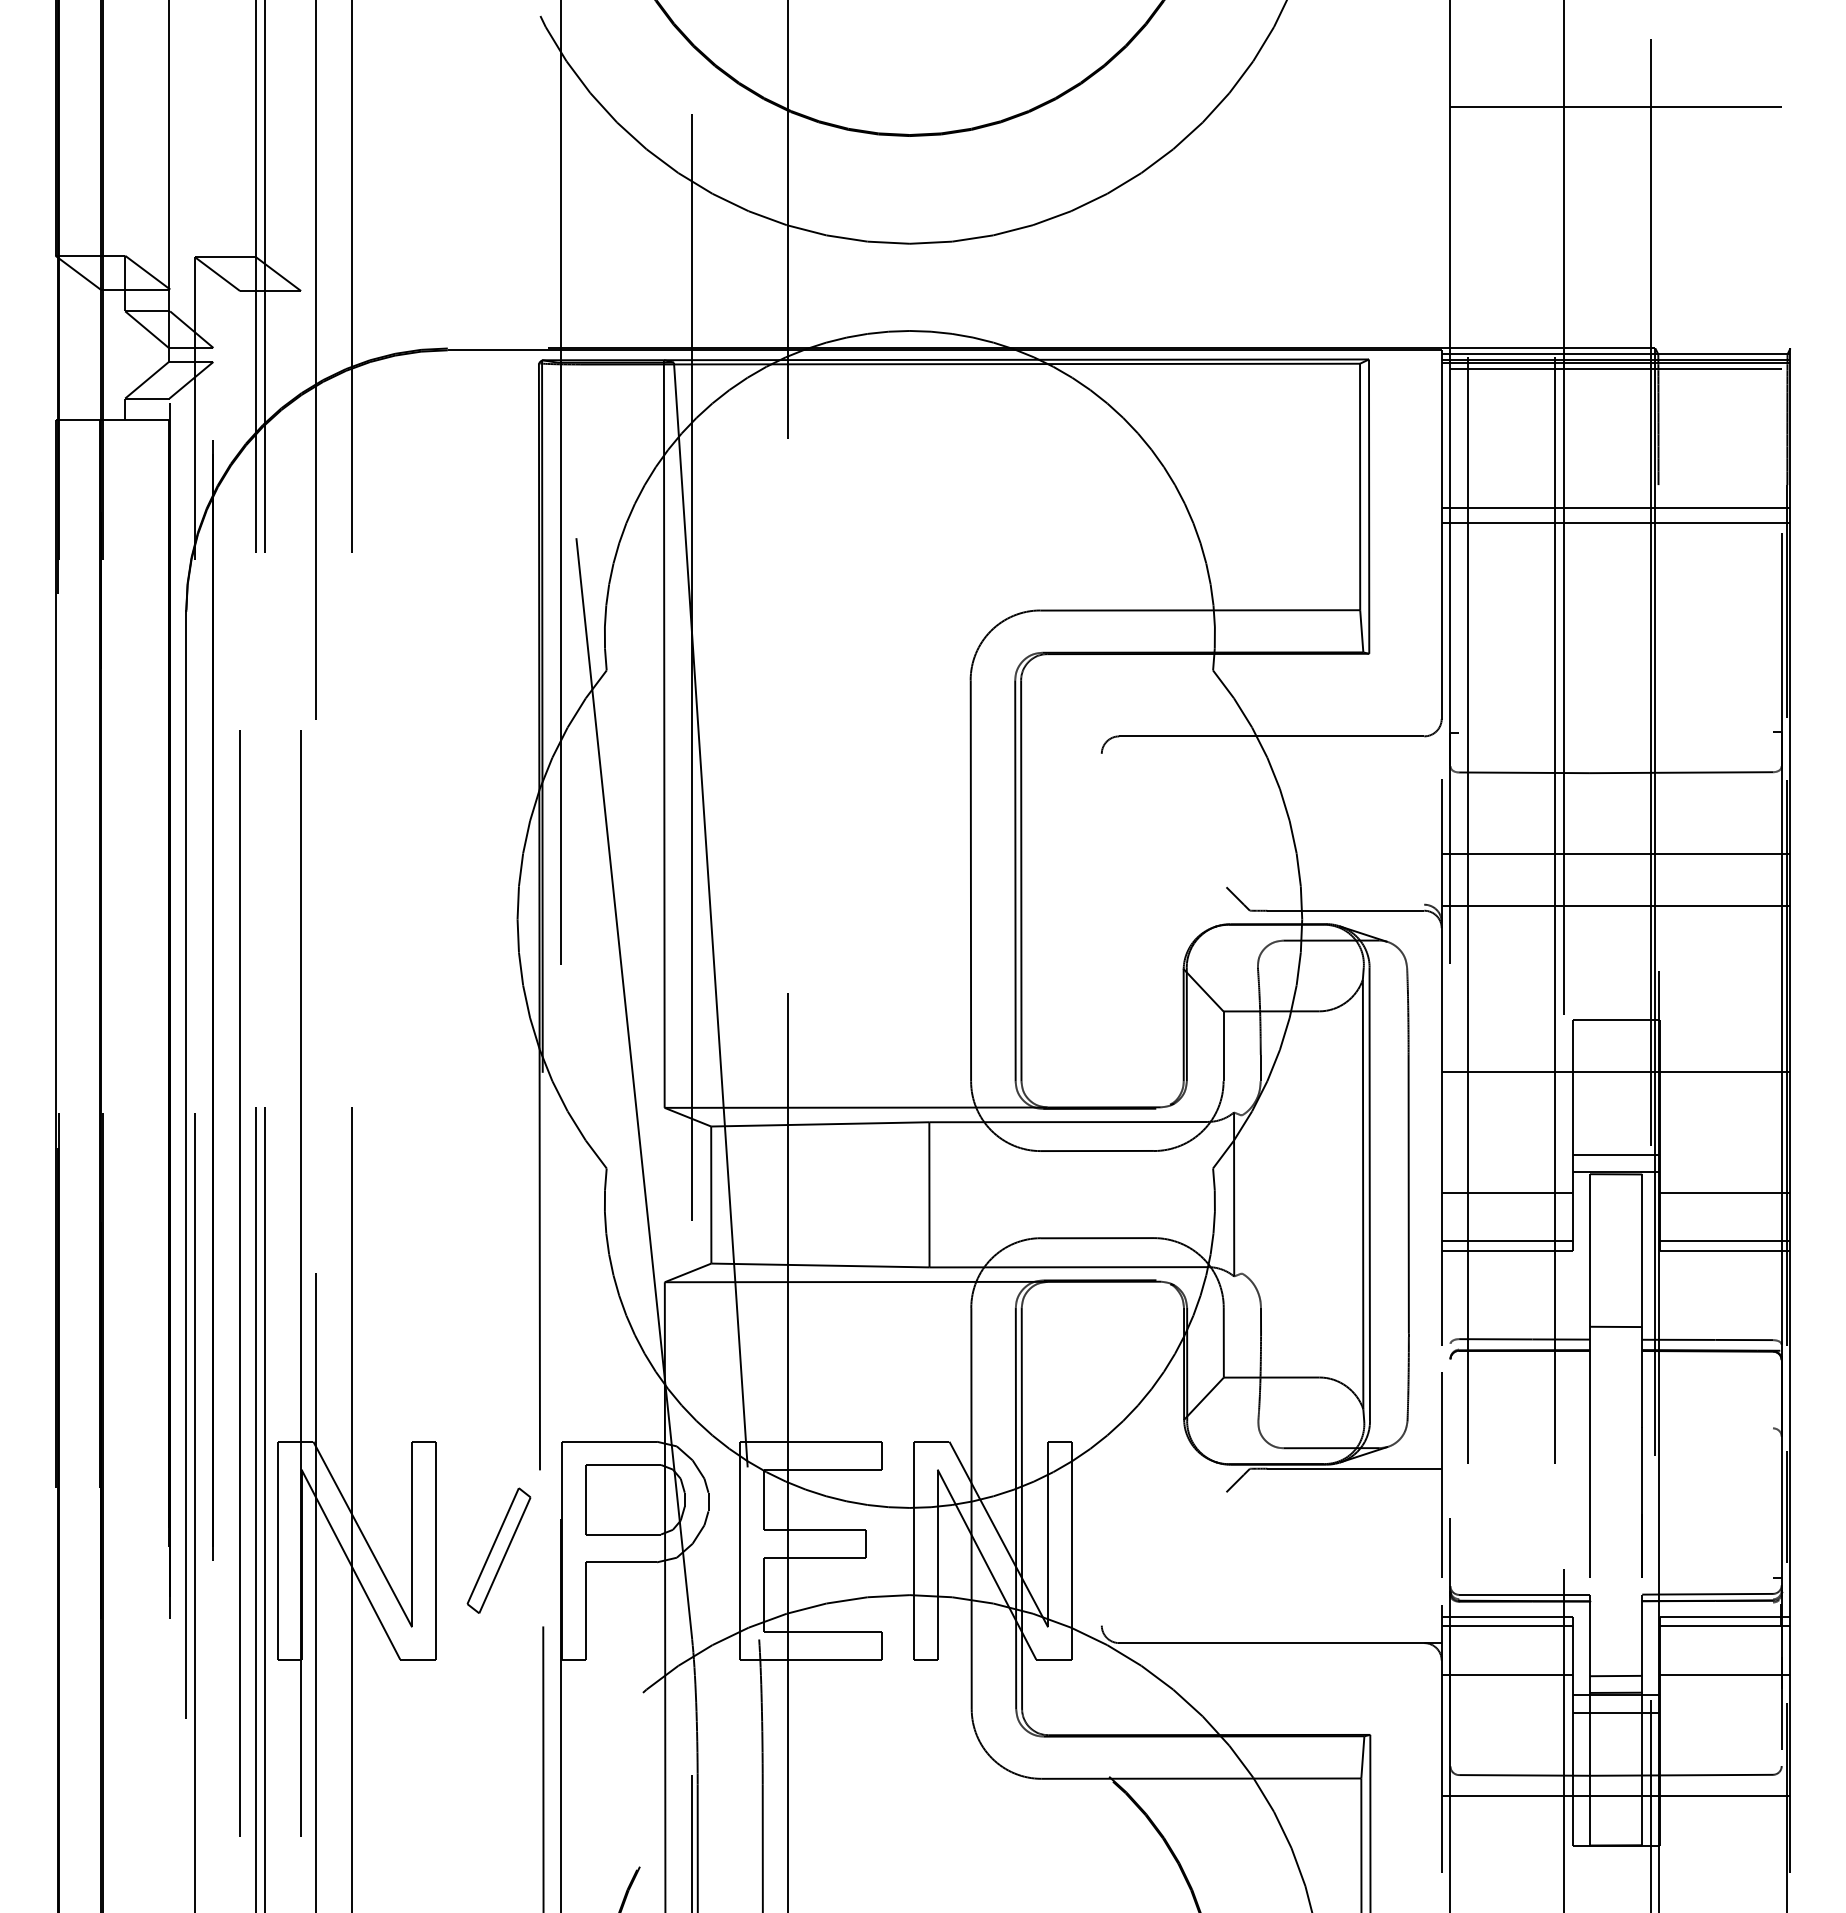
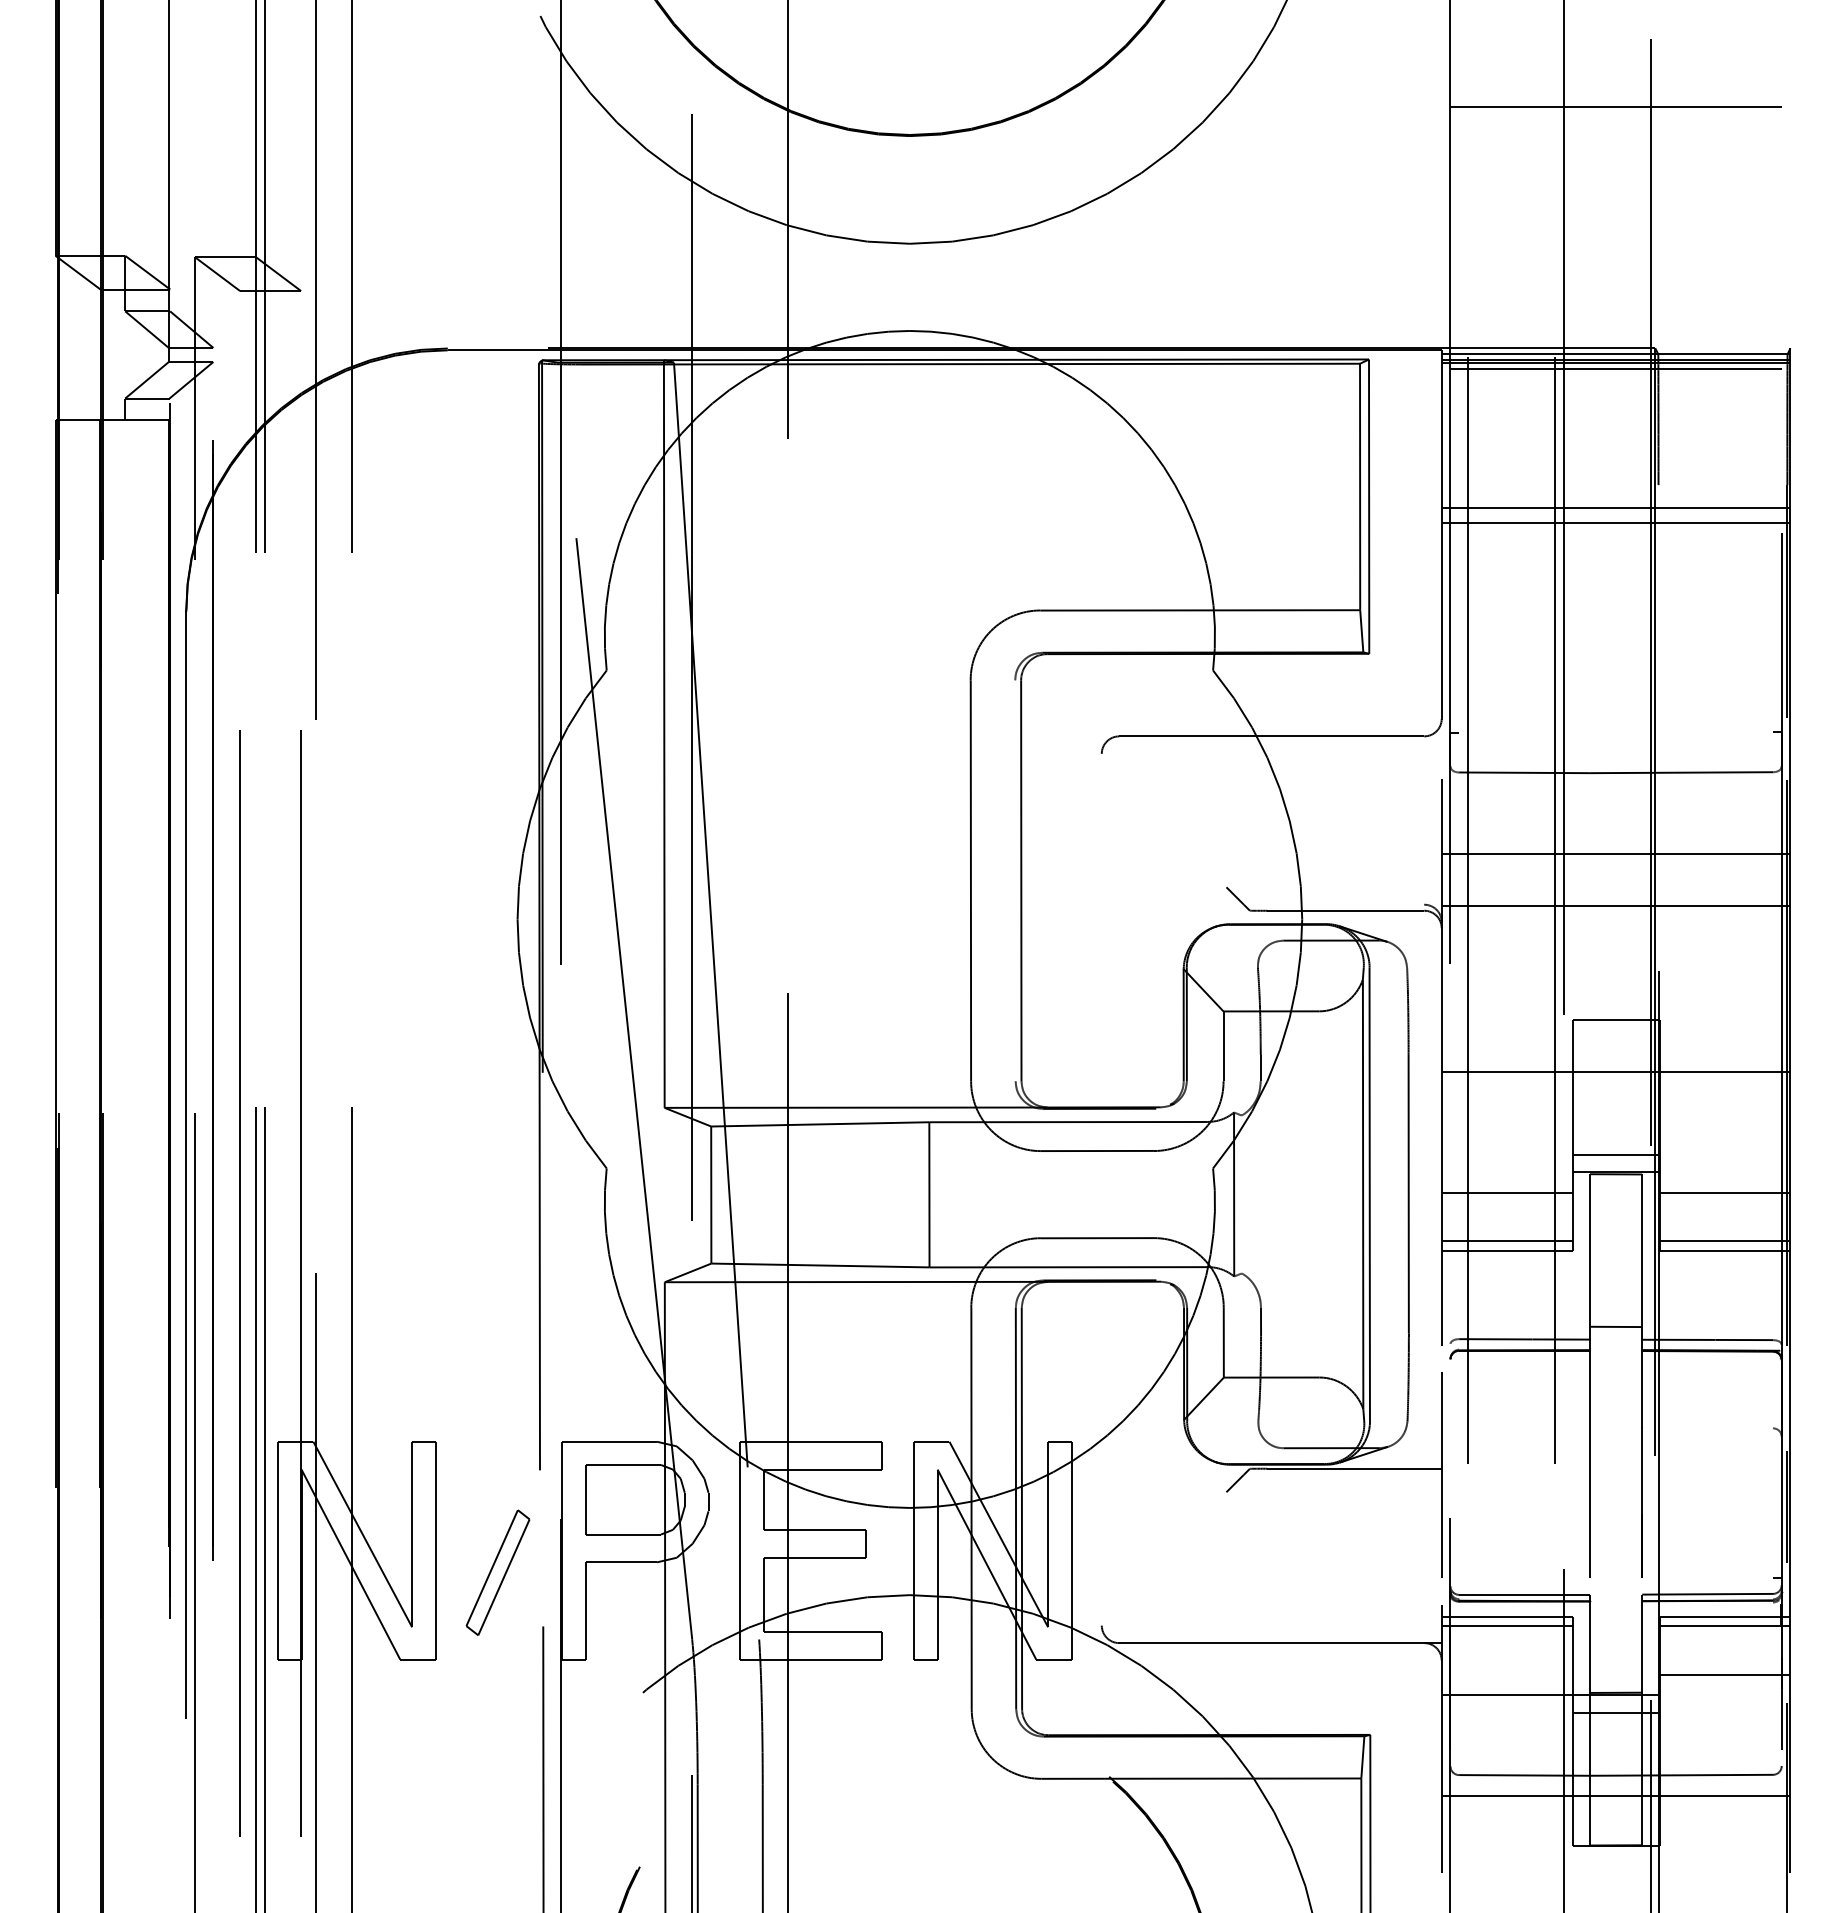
line at (1015, 880): present -> none
part at (498, 1550) position: (498, 1550) -> (497, 1572)
line at (1506, 1674) position: (1506, 1674) -> (1506, 1694)
line at (1615, 1675): present -> none
